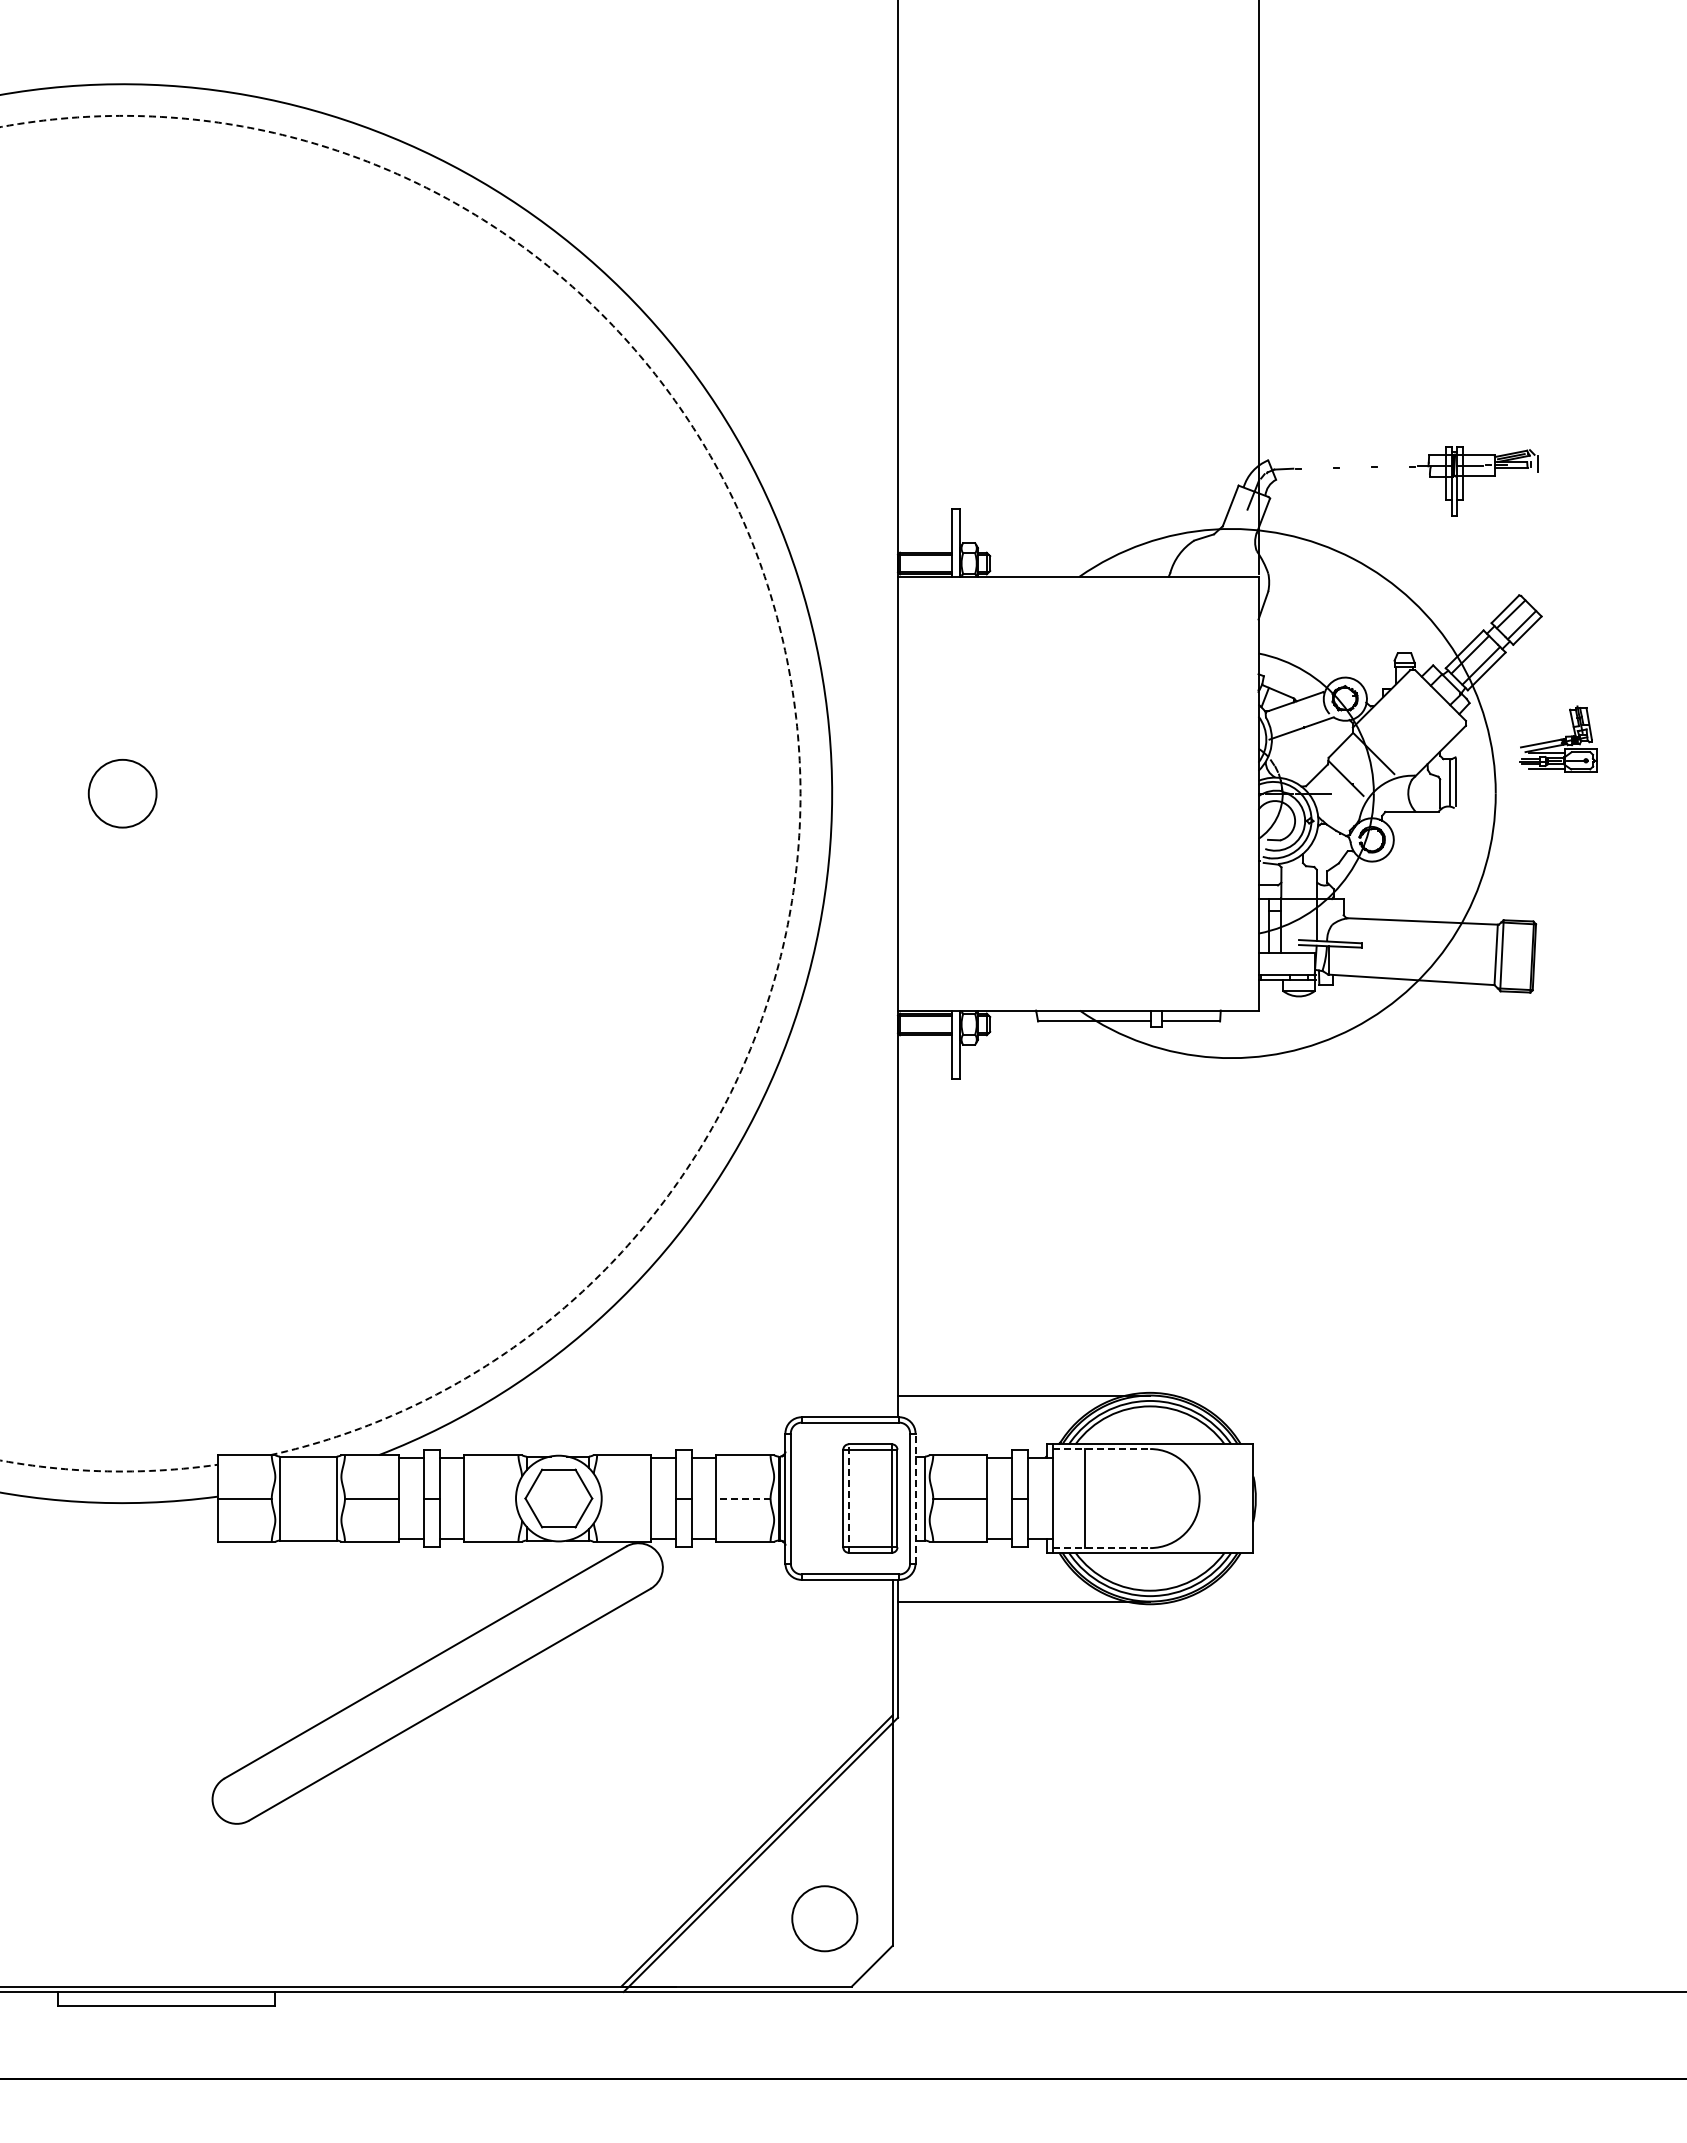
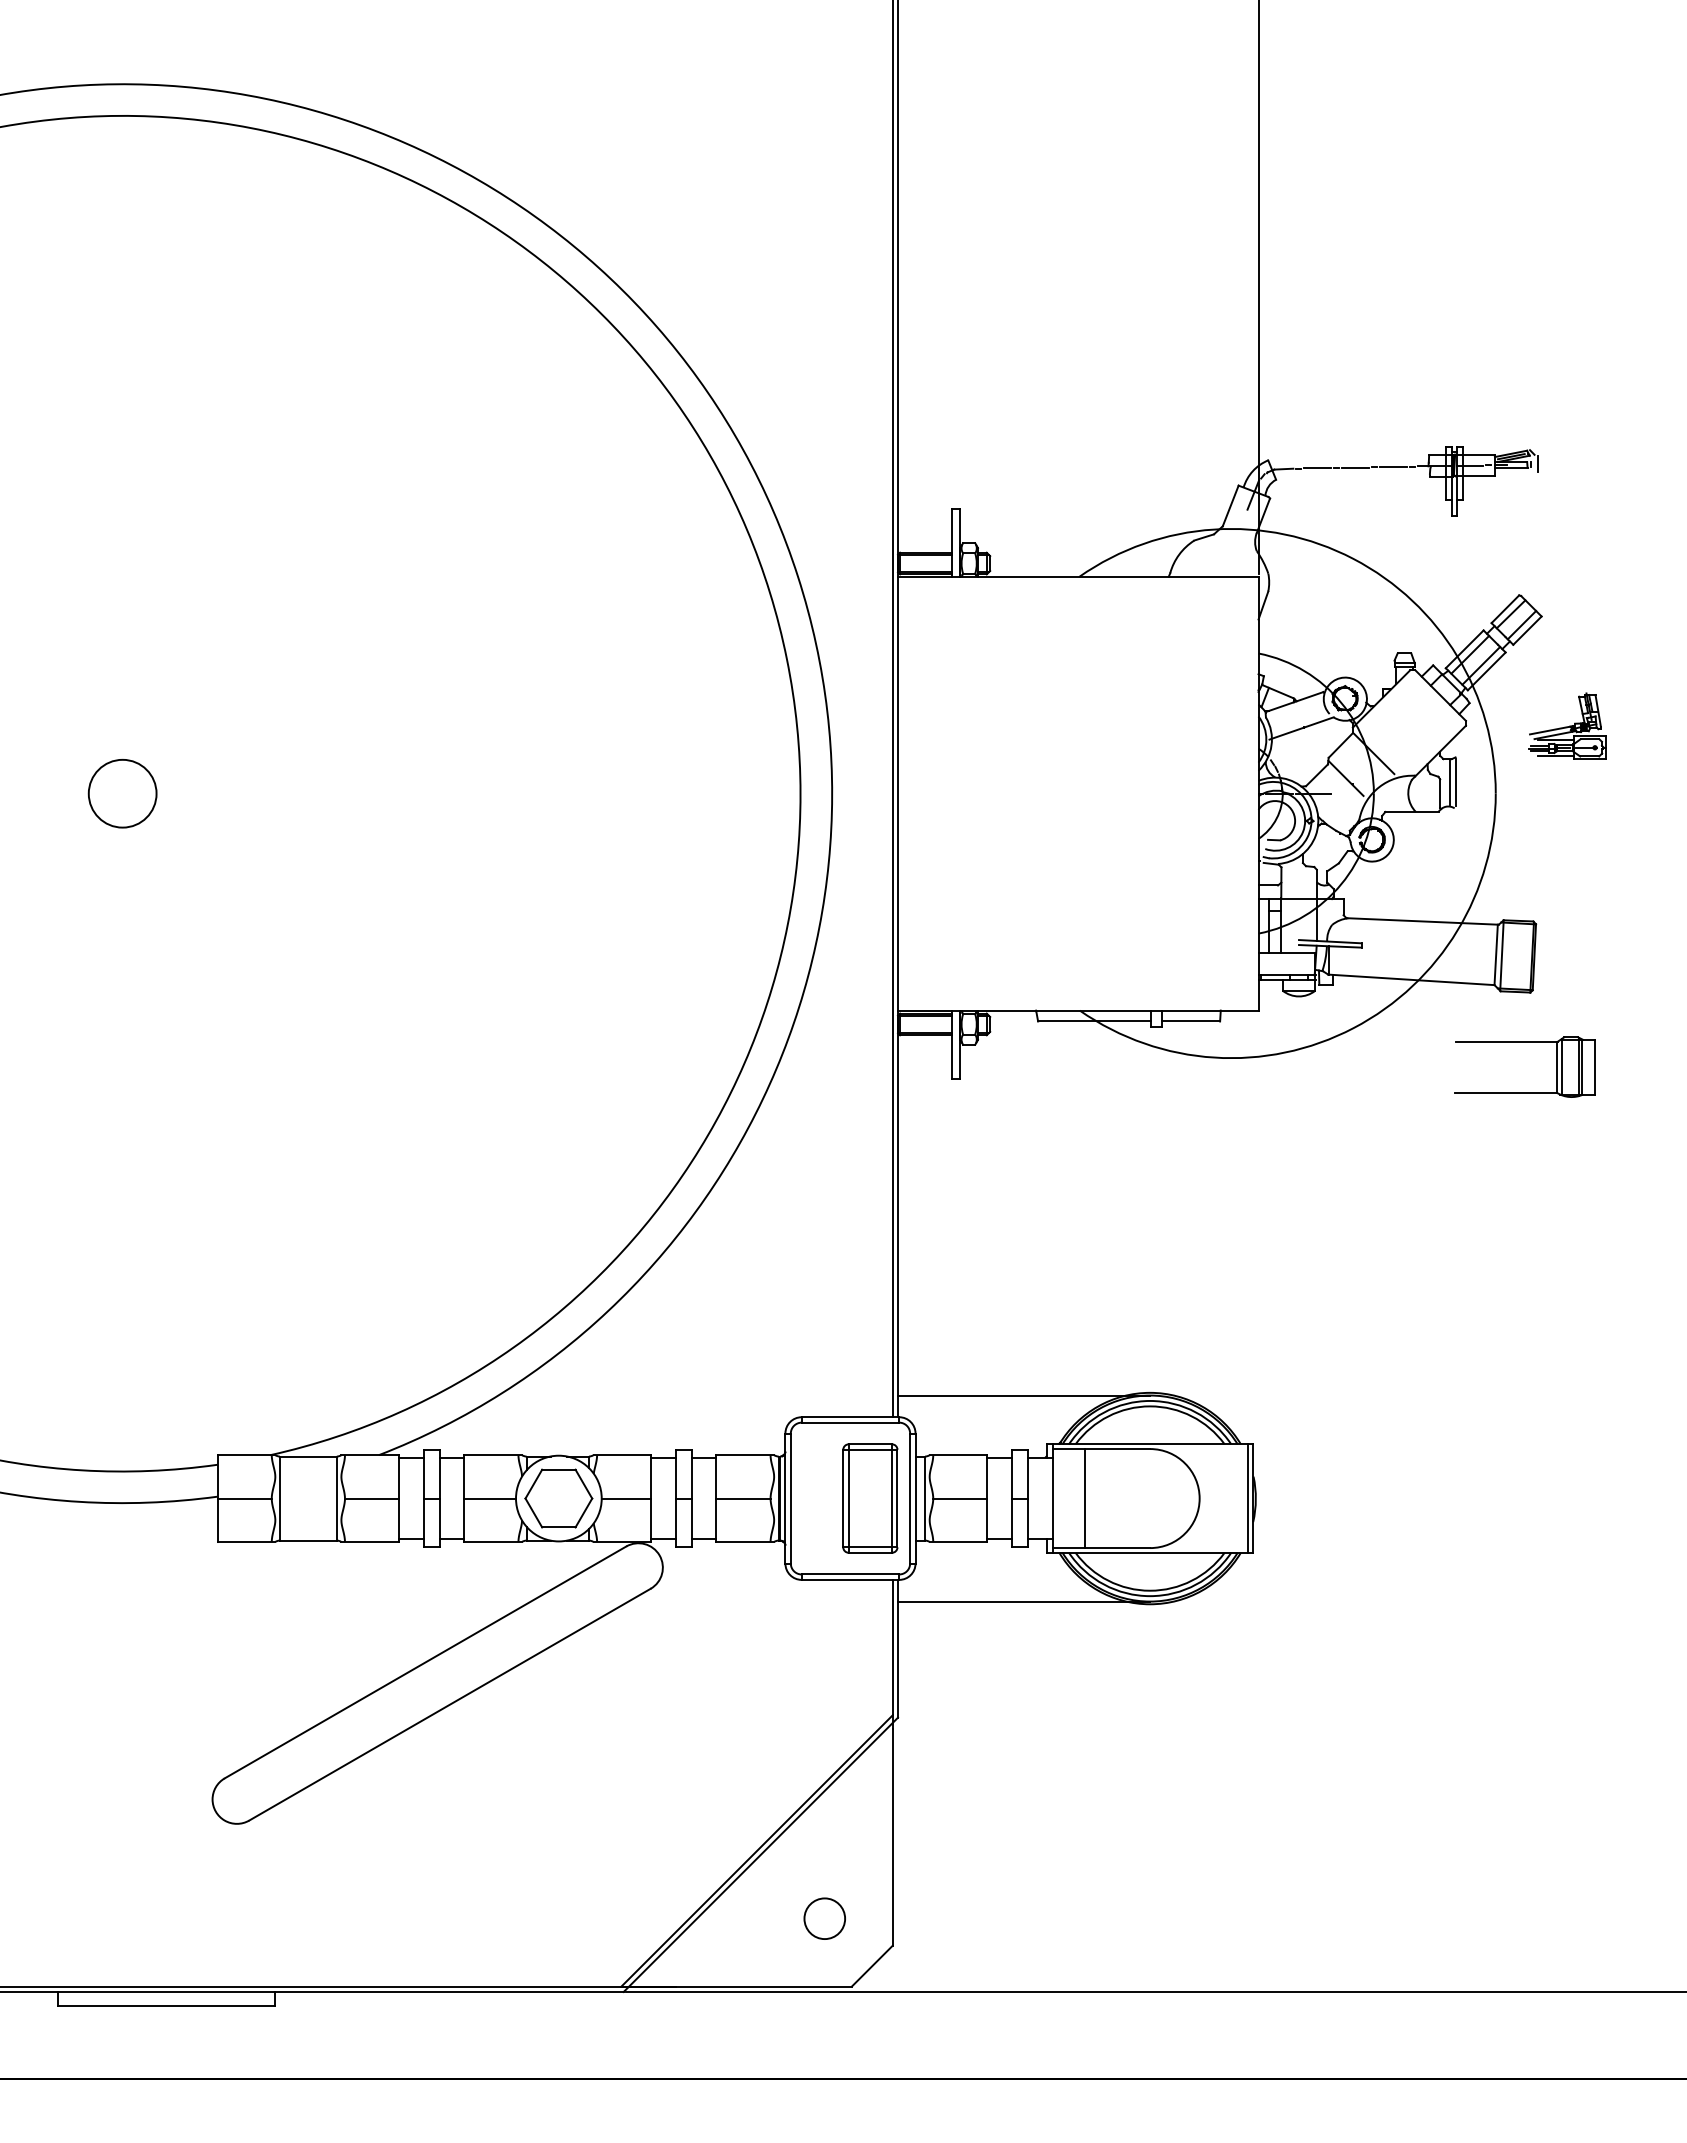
line at (1355, 467): none -> present
line at (1393, 467): none -> present
line at (1317, 468): none -> present
arc at (756, 553): dashed -> solid
line at (892, 709): none -> present
part at (1558, 738) position: (1558, 738) -> (1567, 725)
part at (1524, 1042): none -> present
line at (1101, 1449): dashed -> solid
line at (490, 1498): none -> present
line at (626, 1498): none -> present
line at (742, 1498): dashed -> solid
line at (848, 1498): dashed -> solid
line at (915, 1498): dashed -> solid
line at (1247, 1498): none -> present
line at (1101, 1548): dashed -> solid
circle at (824, 1918) diameter: 65 px -> 41 px
